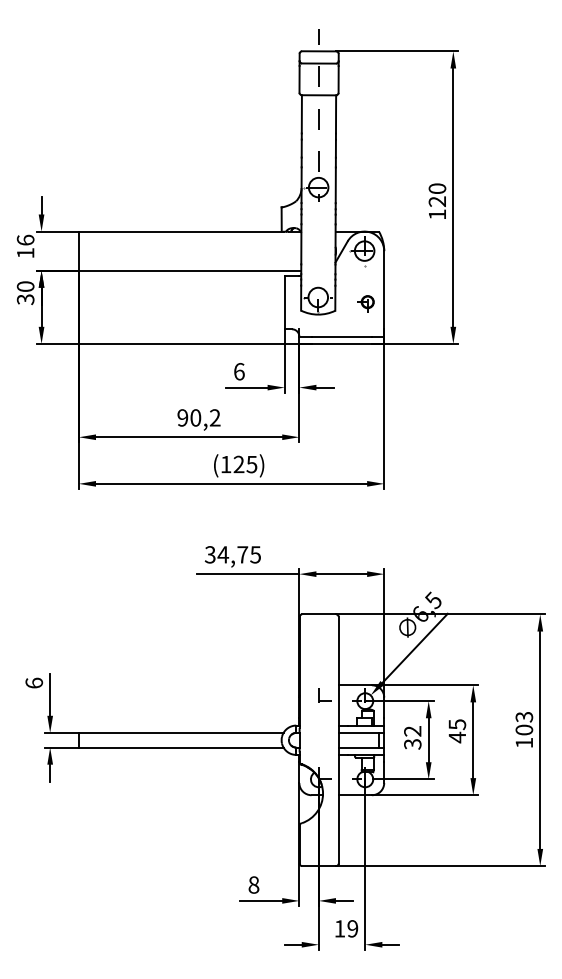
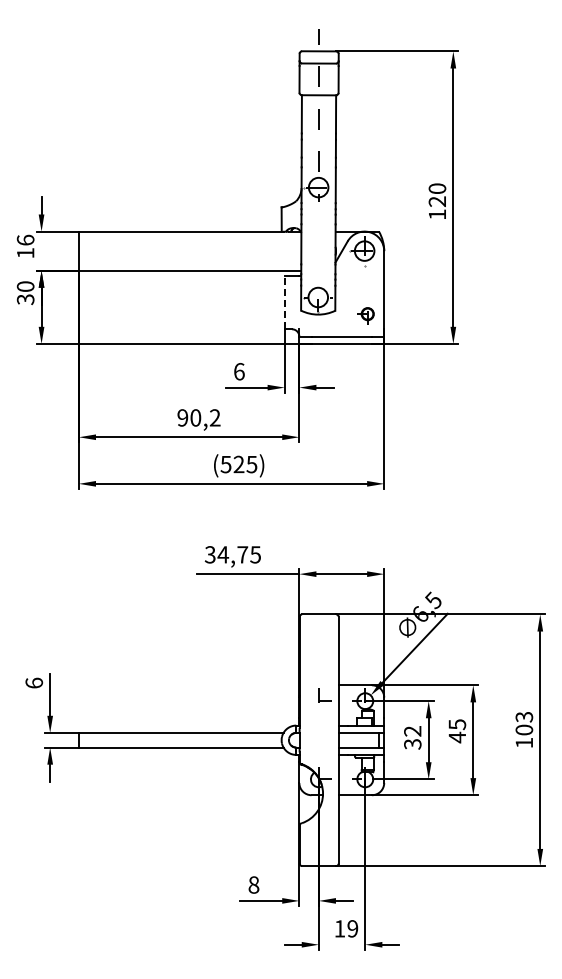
line at (284, 302): solid -> dashed
part at (365, 303) position: (365, 303) -> (365, 315)
text at (225, 464): (125 -> (525
